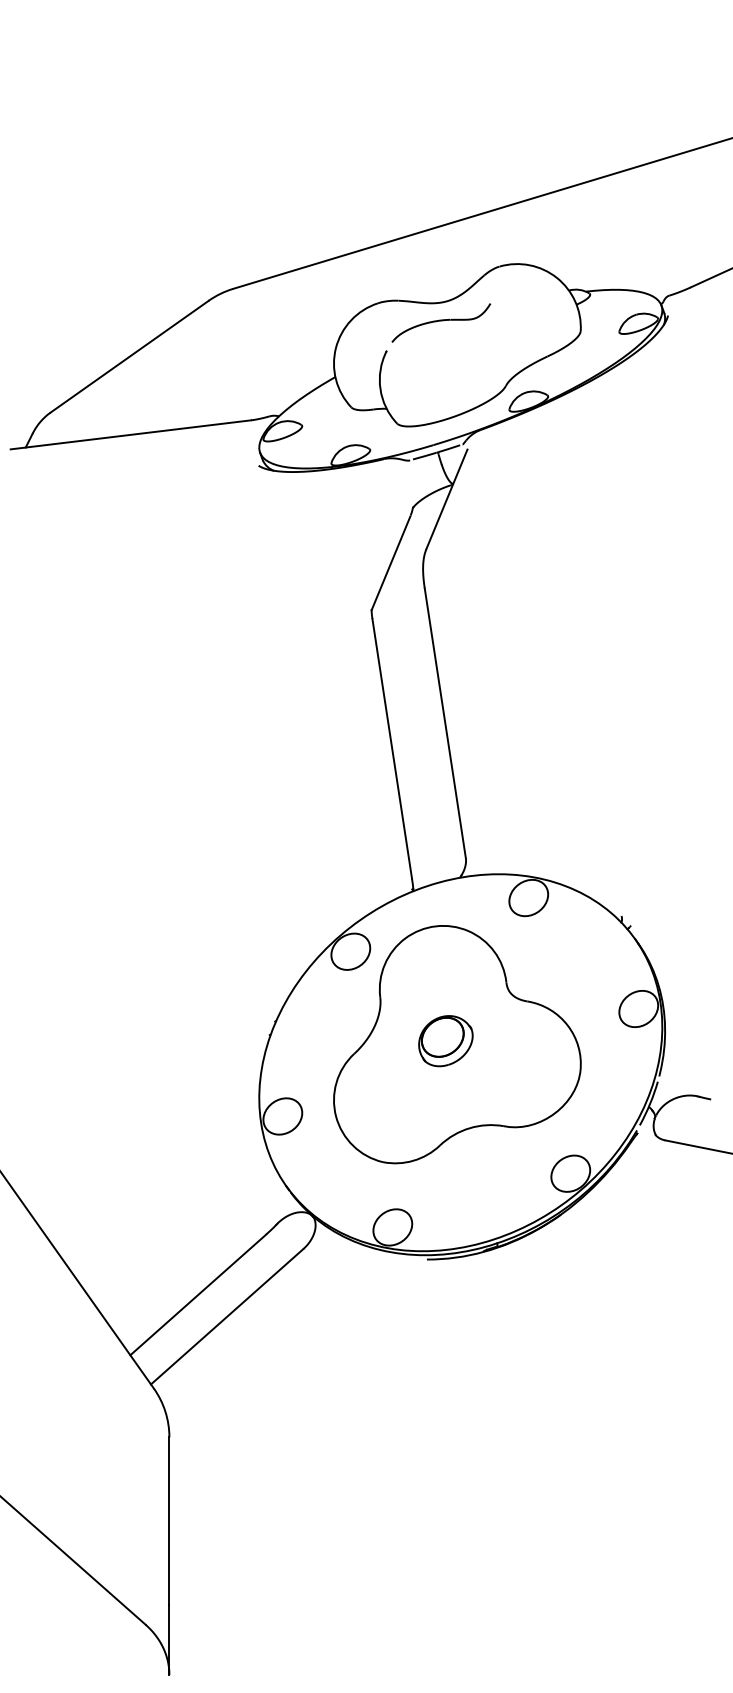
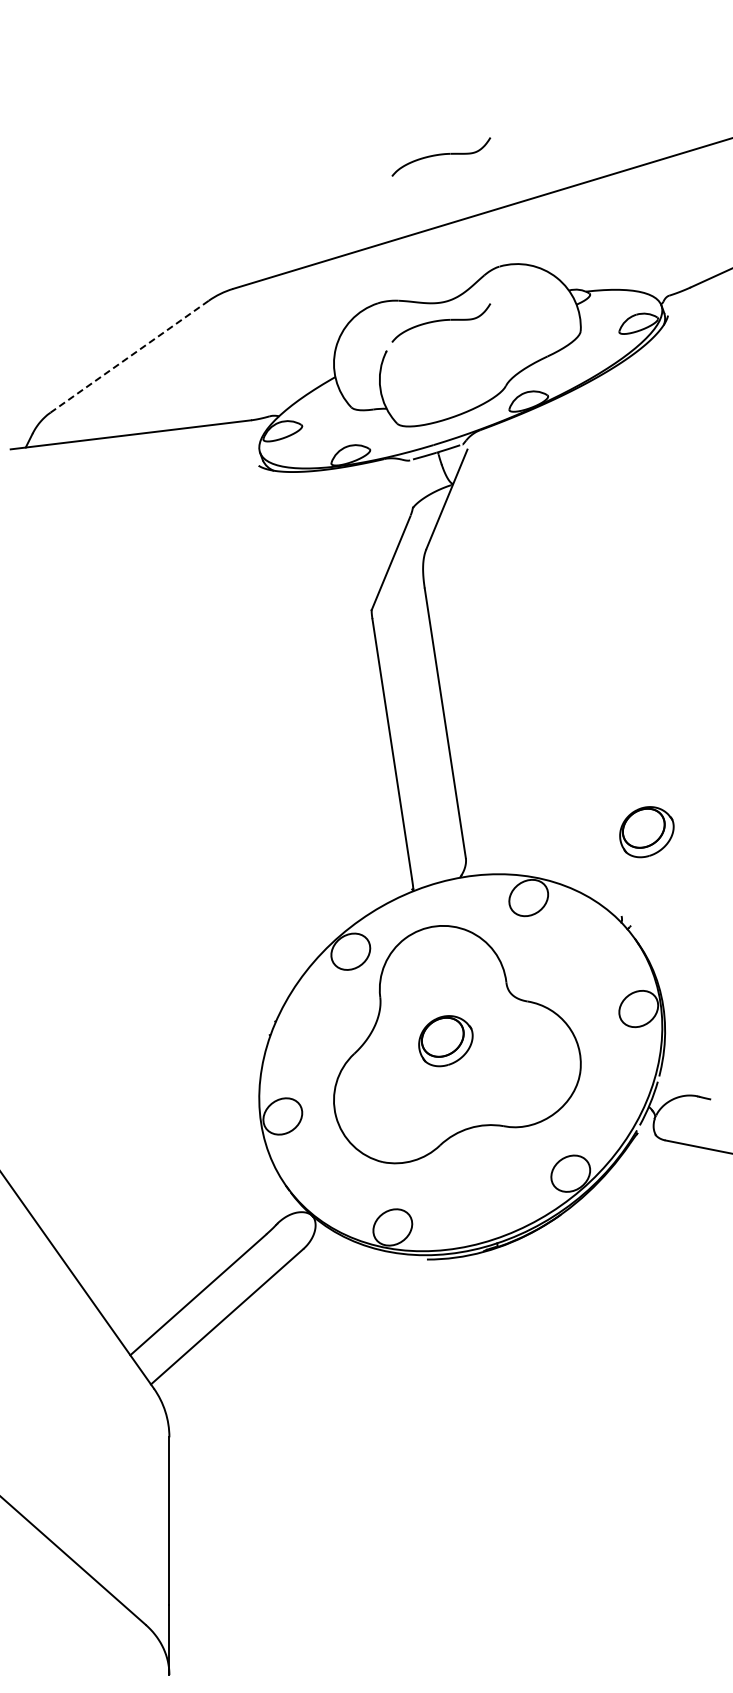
part at (441, 156): none -> present
line at (129, 356): solid -> dashed
part at (646, 832): none -> present
